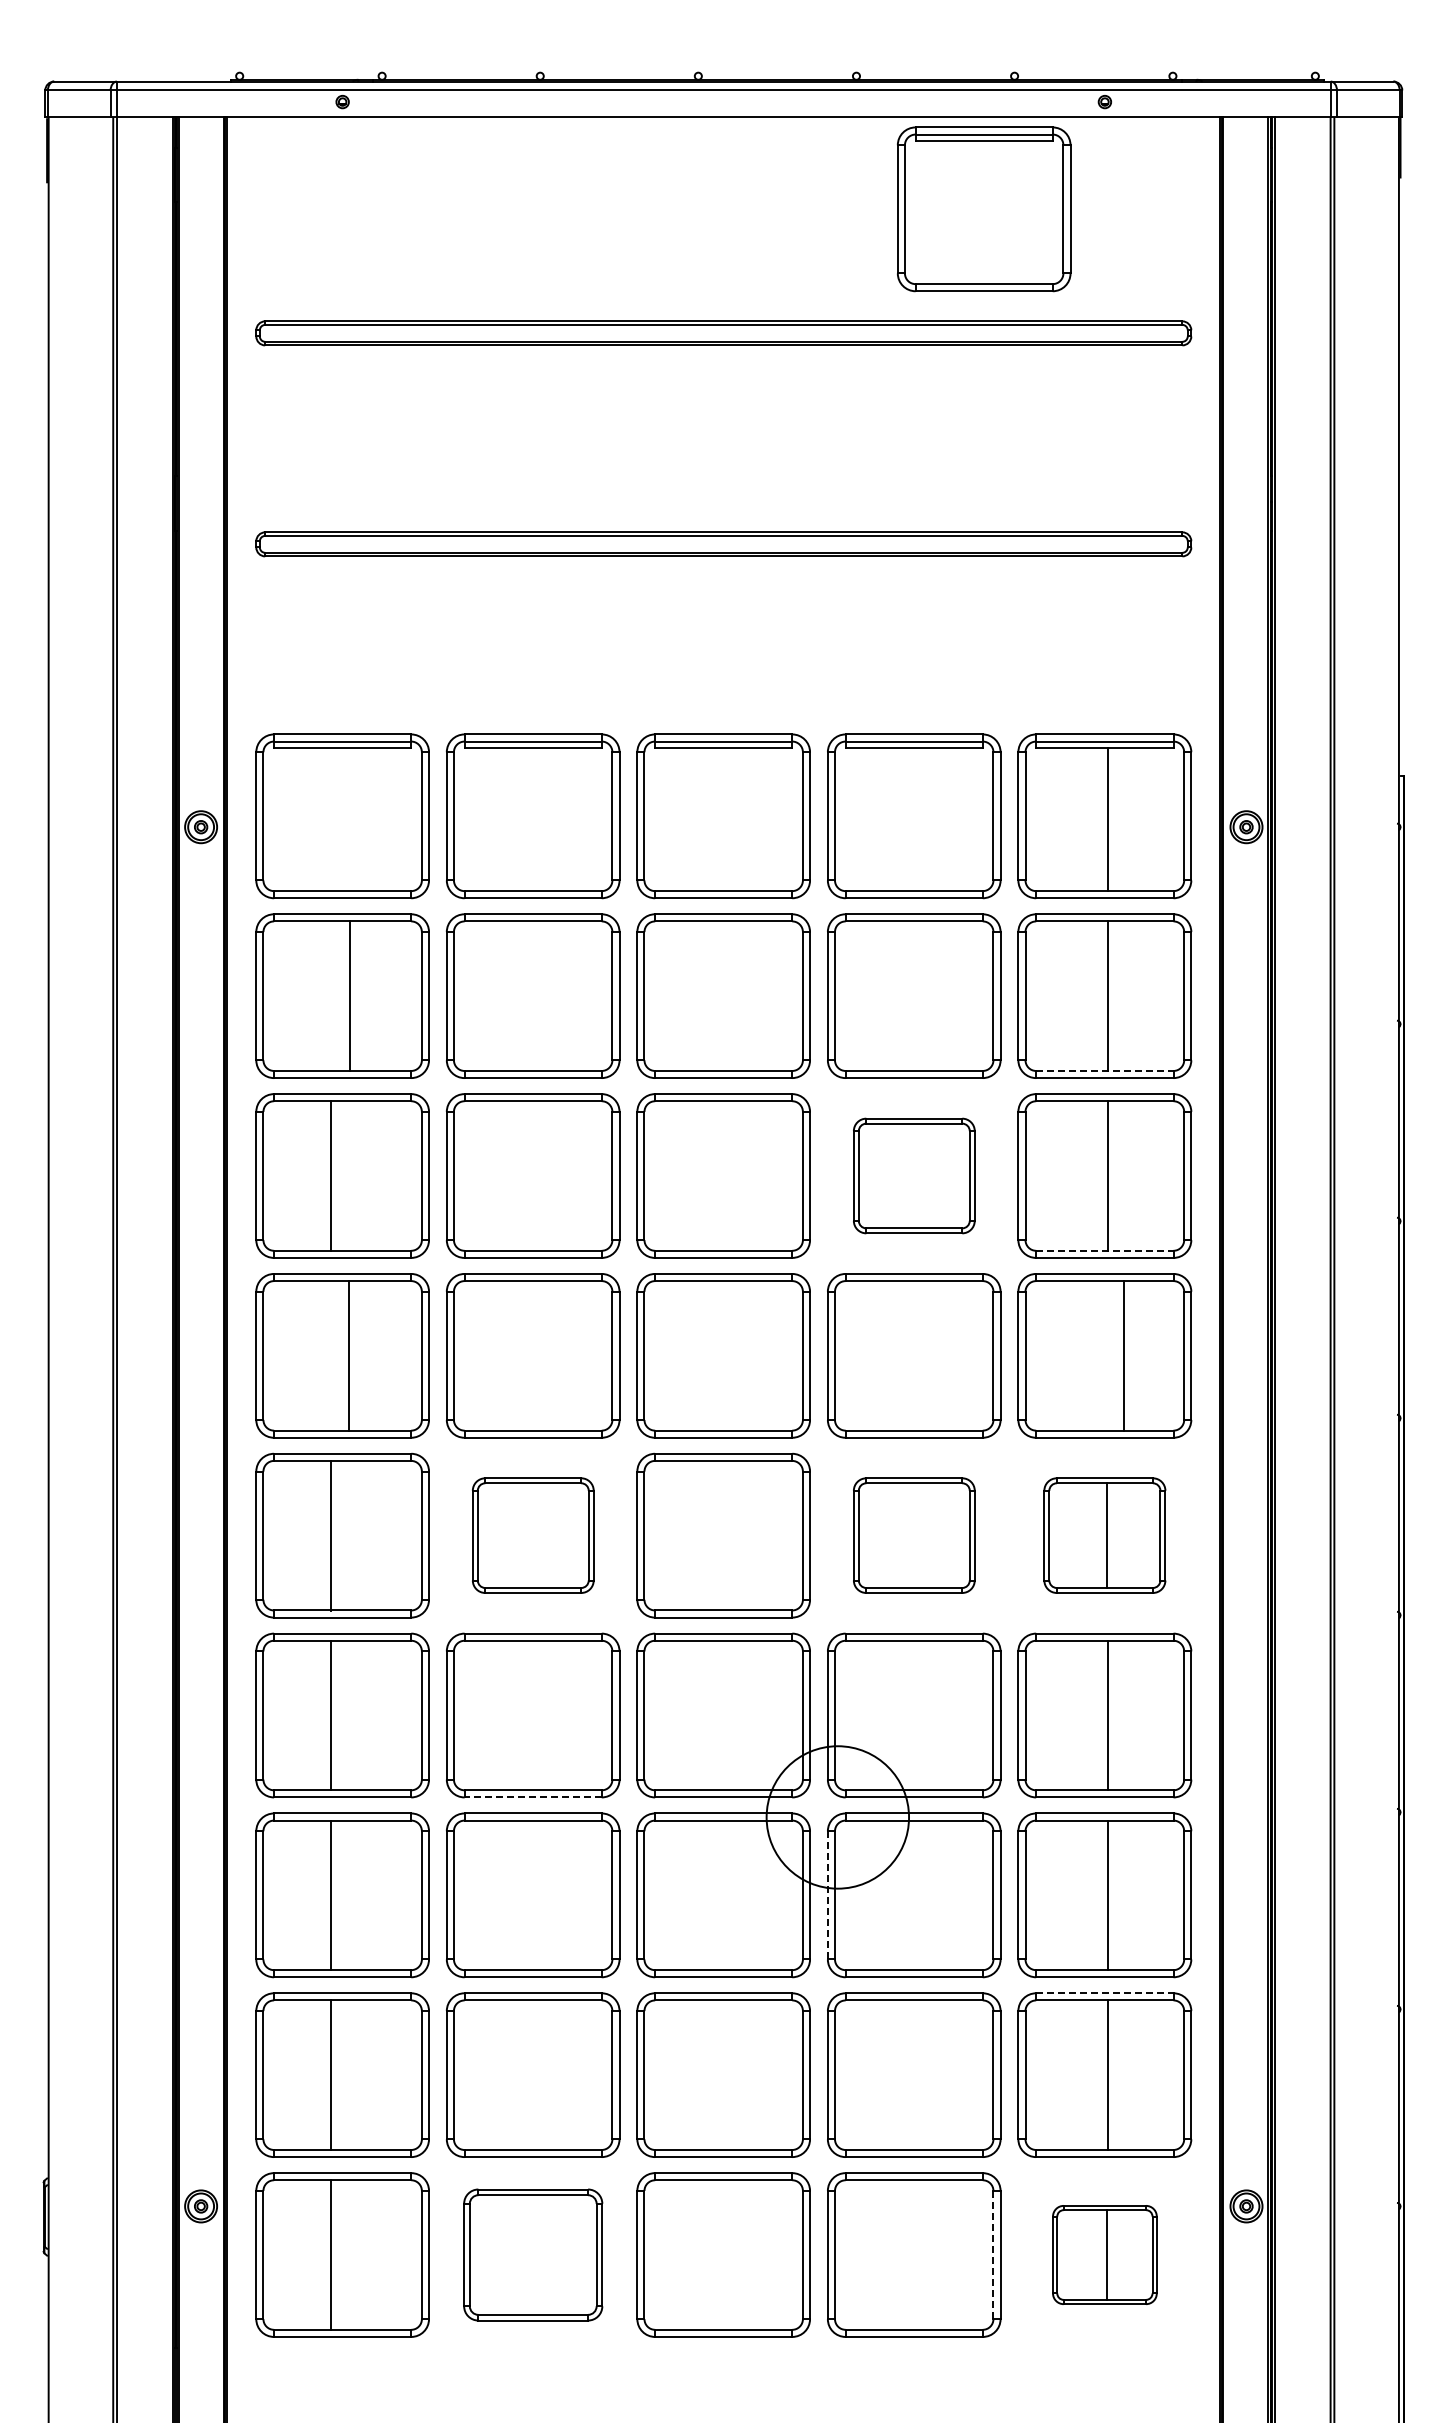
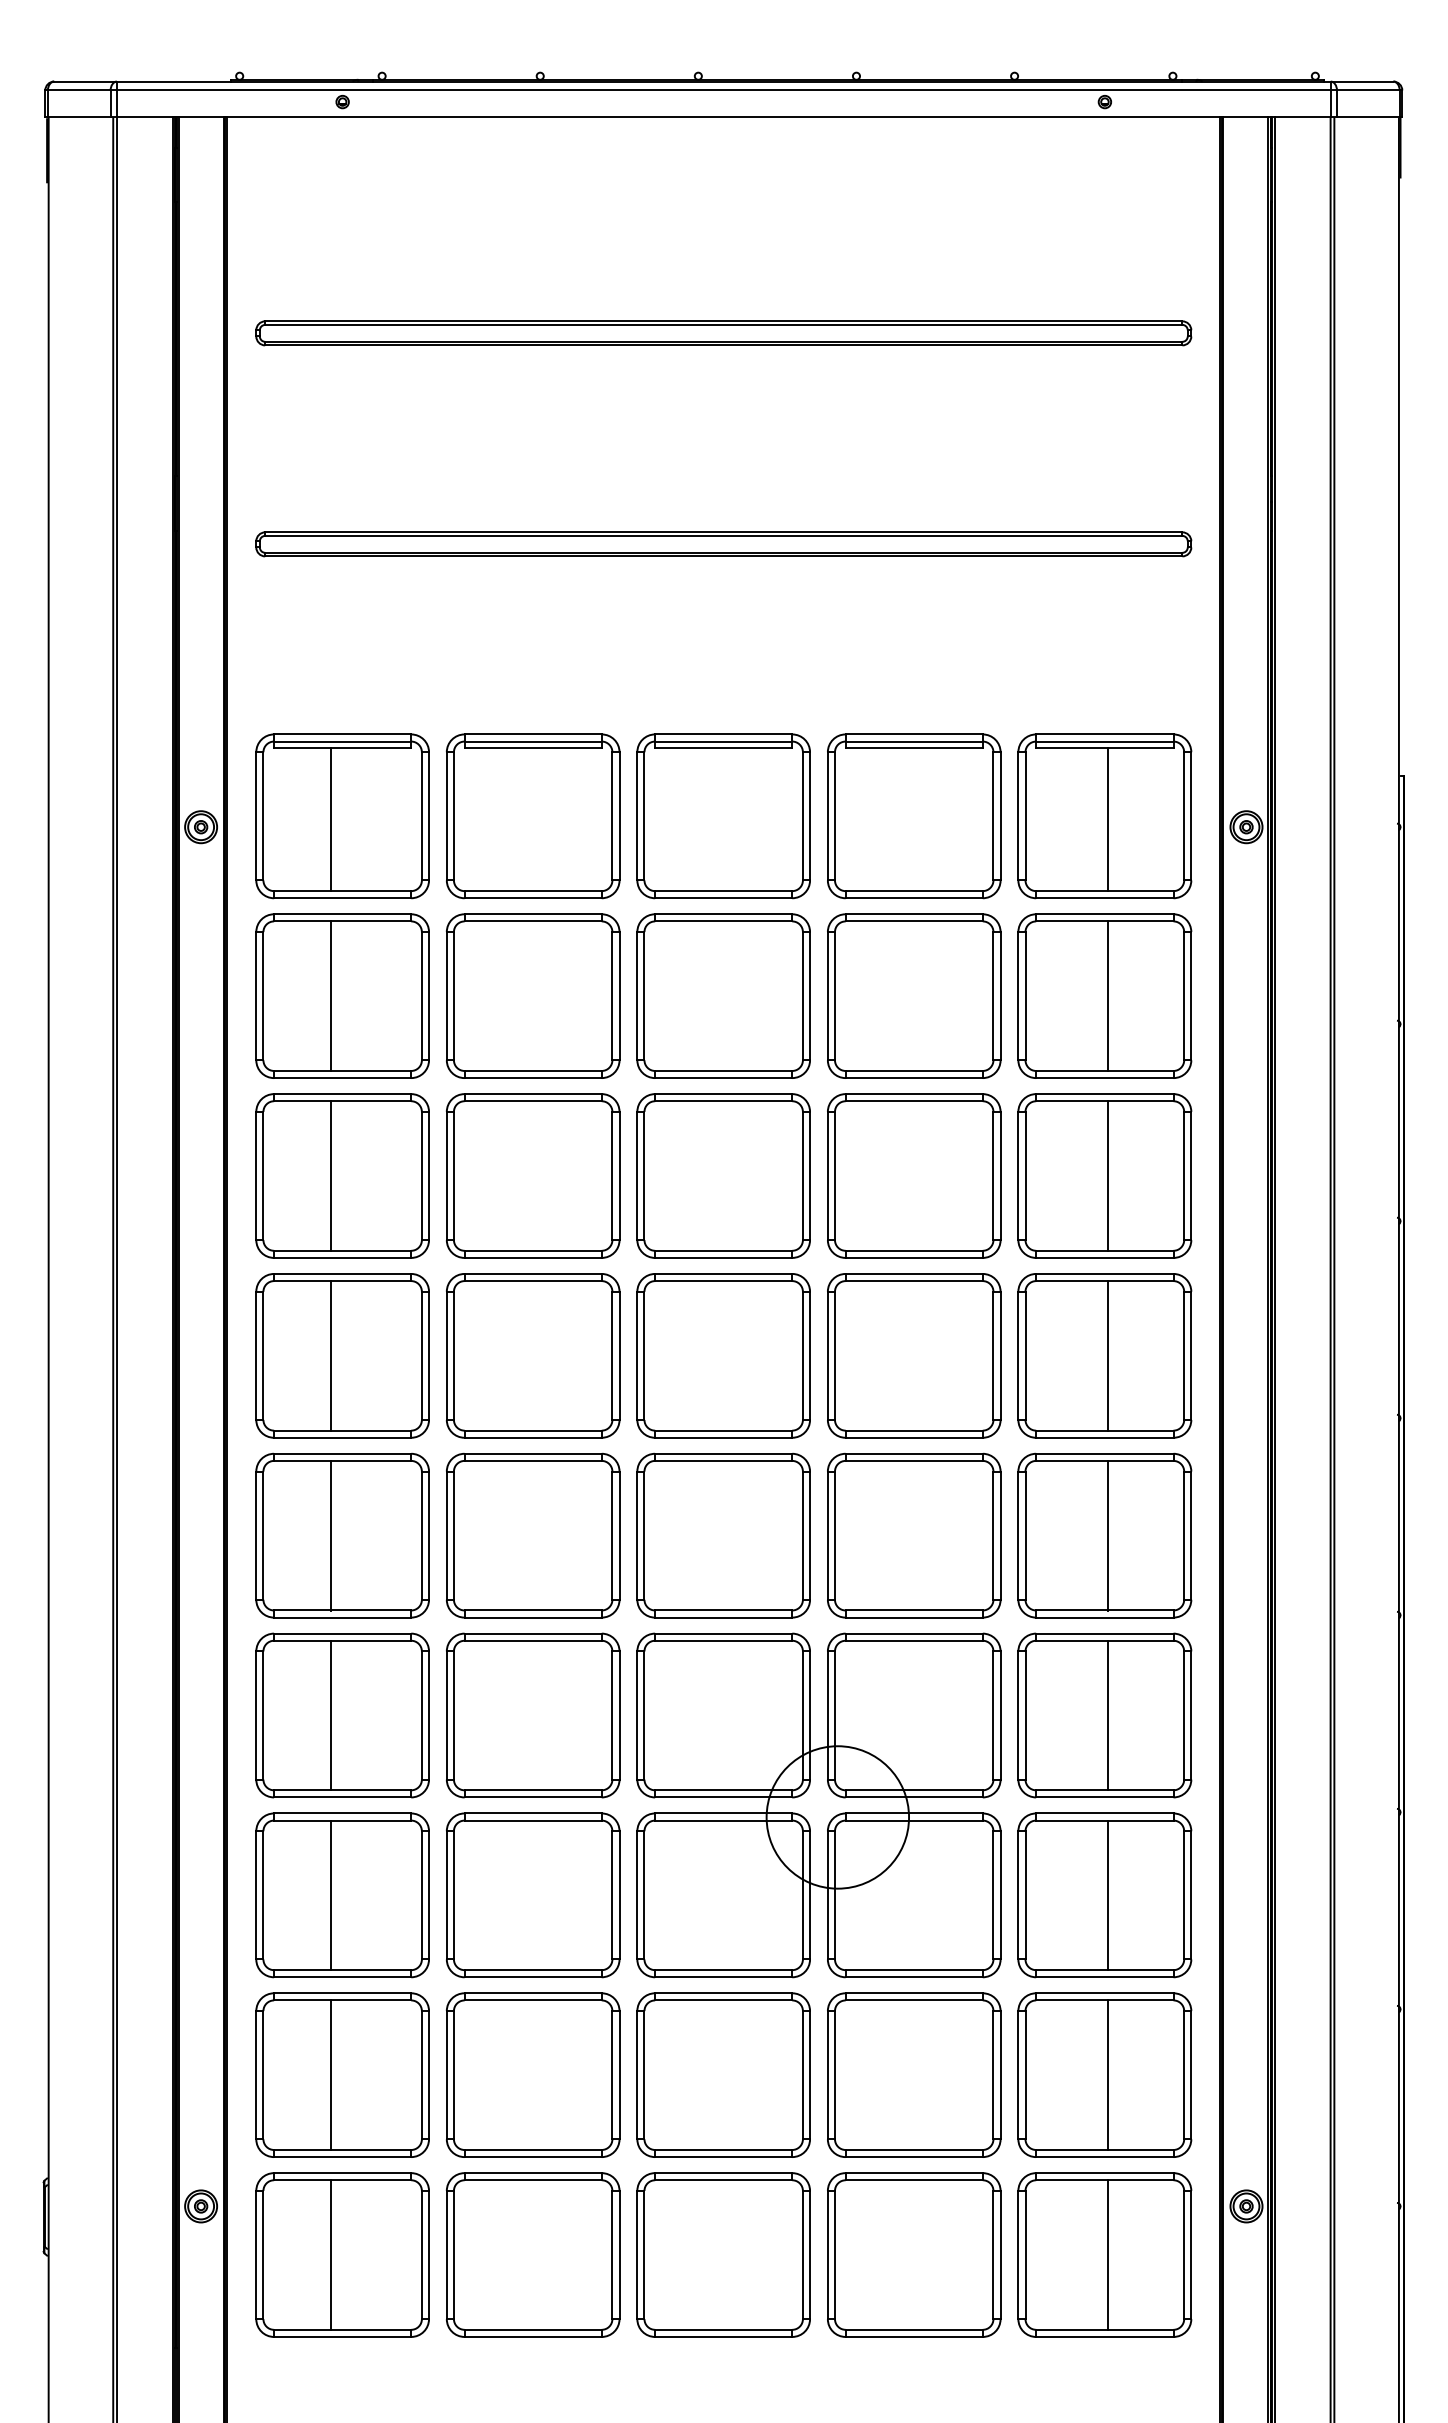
part at (984, 209): present -> none
line at (330, 819): none -> present
line at (349, 995) position: (349, 995) -> (330, 995)
line at (1104, 1070): dashed -> solid
part at (914, 1175) size: 123x118 px -> 175x166 px
line at (1104, 1250): dashed -> solid
line at (348, 1355) position: (348, 1355) -> (330, 1355)
line at (1124, 1355) position: (1124, 1355) -> (1108, 1355)
part at (533, 1535) size: 123x117 px -> 175x167 px
part at (914, 1535) size: 123x117 px -> 175x167 px
part at (1104, 1535) size: 124x117 px -> 176x167 px
line at (533, 1797): dashed -> solid
line at (827, 1894): dashed -> solid
line at (1104, 1993): dashed -> solid
part at (533, 2254) size: 141x134 px -> 175x166 px
line at (993, 2254): dashed -> solid
part at (1104, 2254) size: 106x100 px -> 176x166 px
